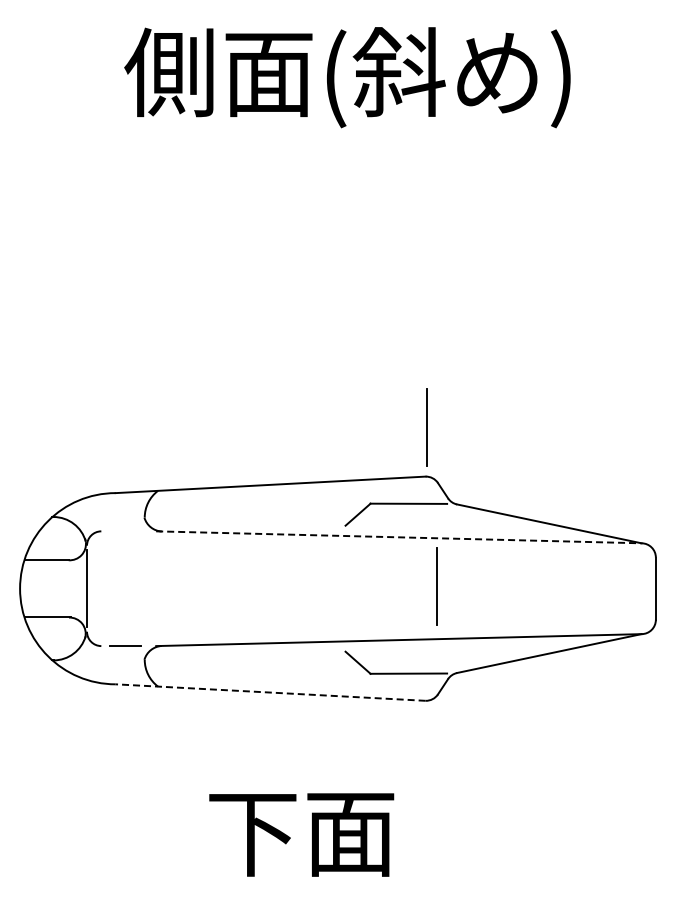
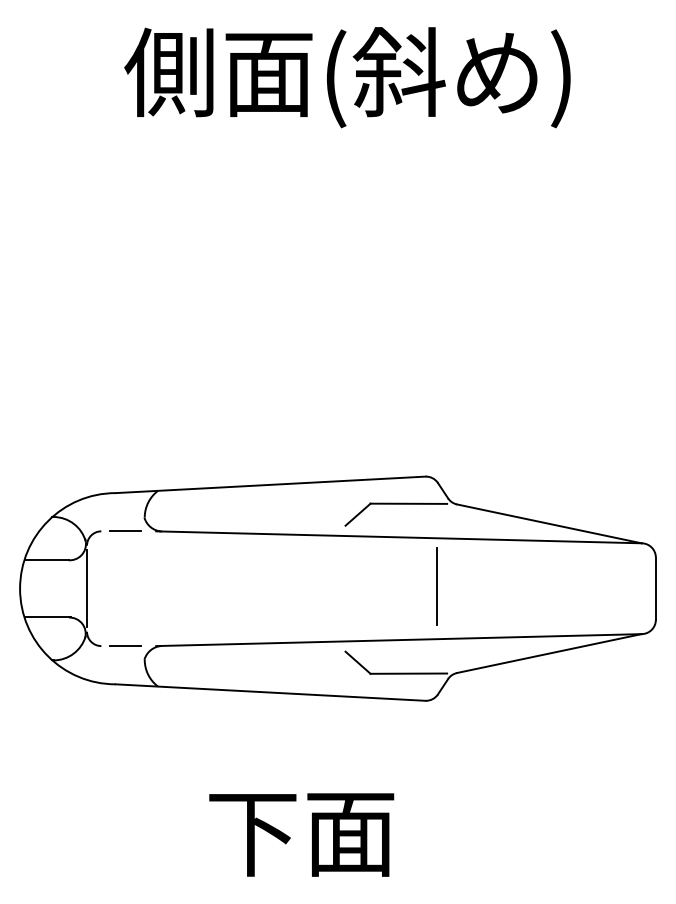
line at (426, 427): present -> none
line at (125, 531): none -> present
line at (398, 537): dashed -> solid
line at (270, 692): dashed -> solid
